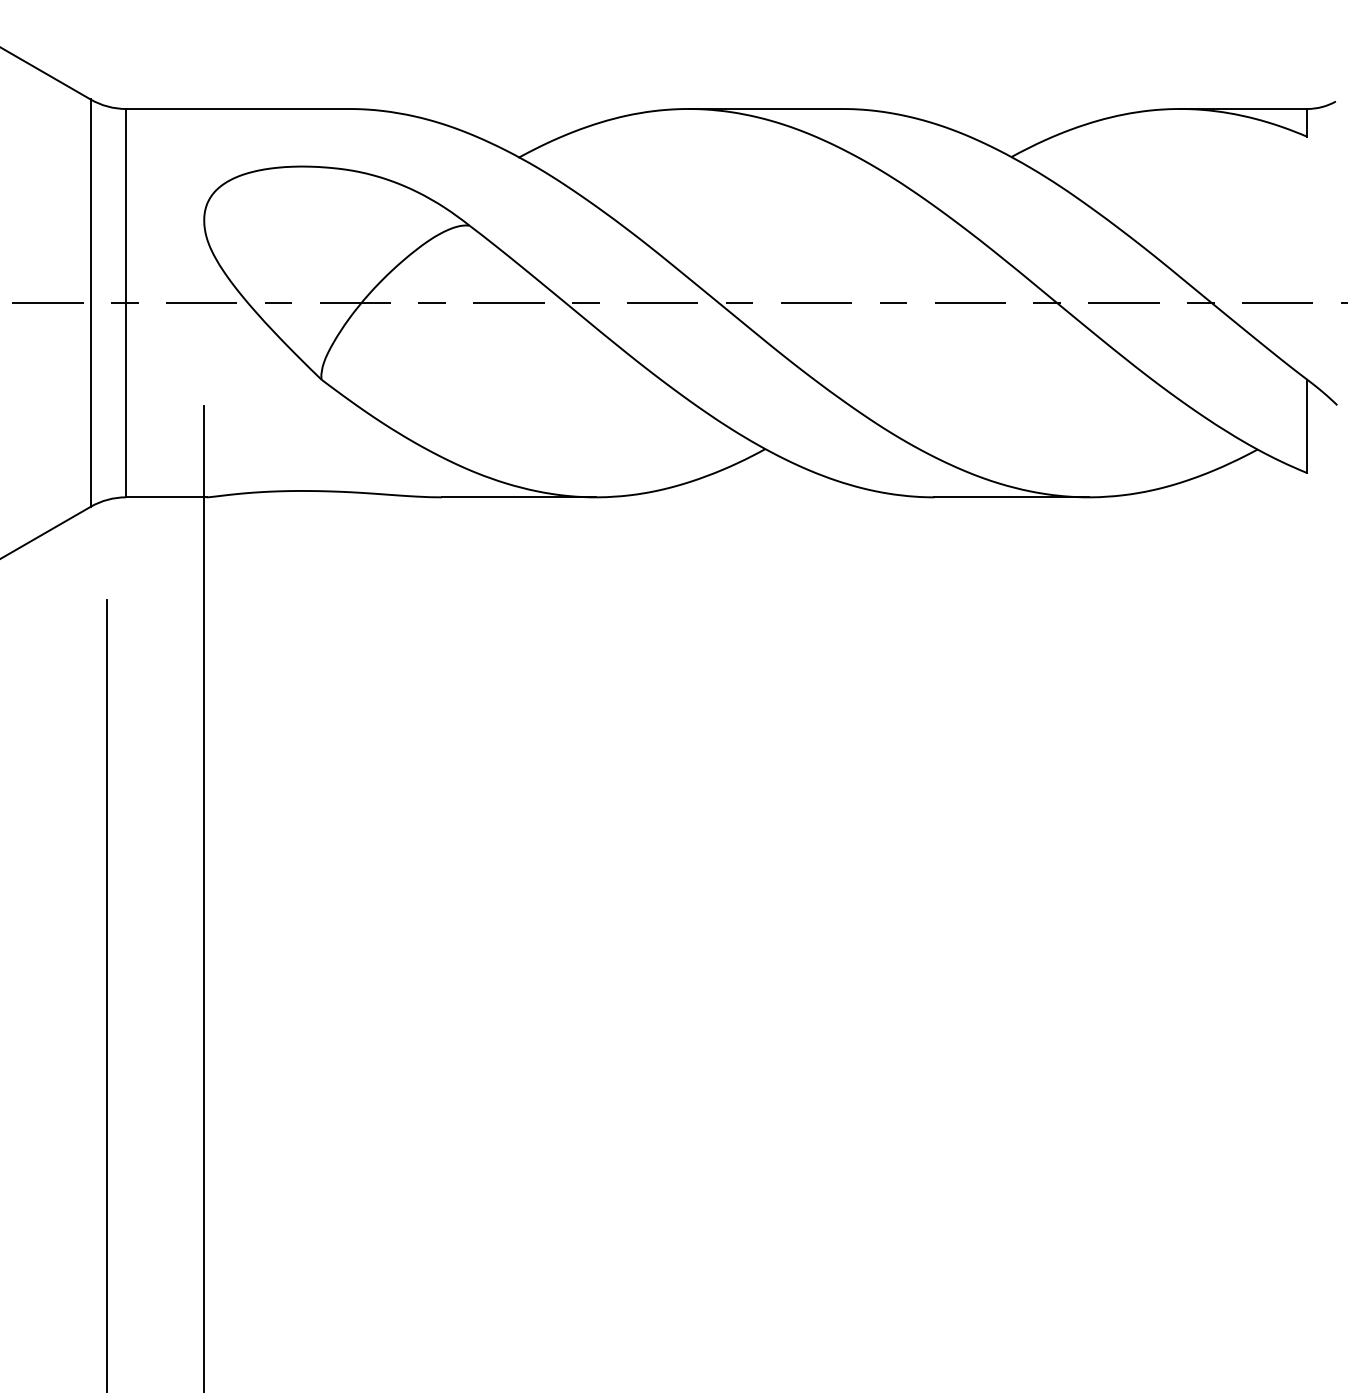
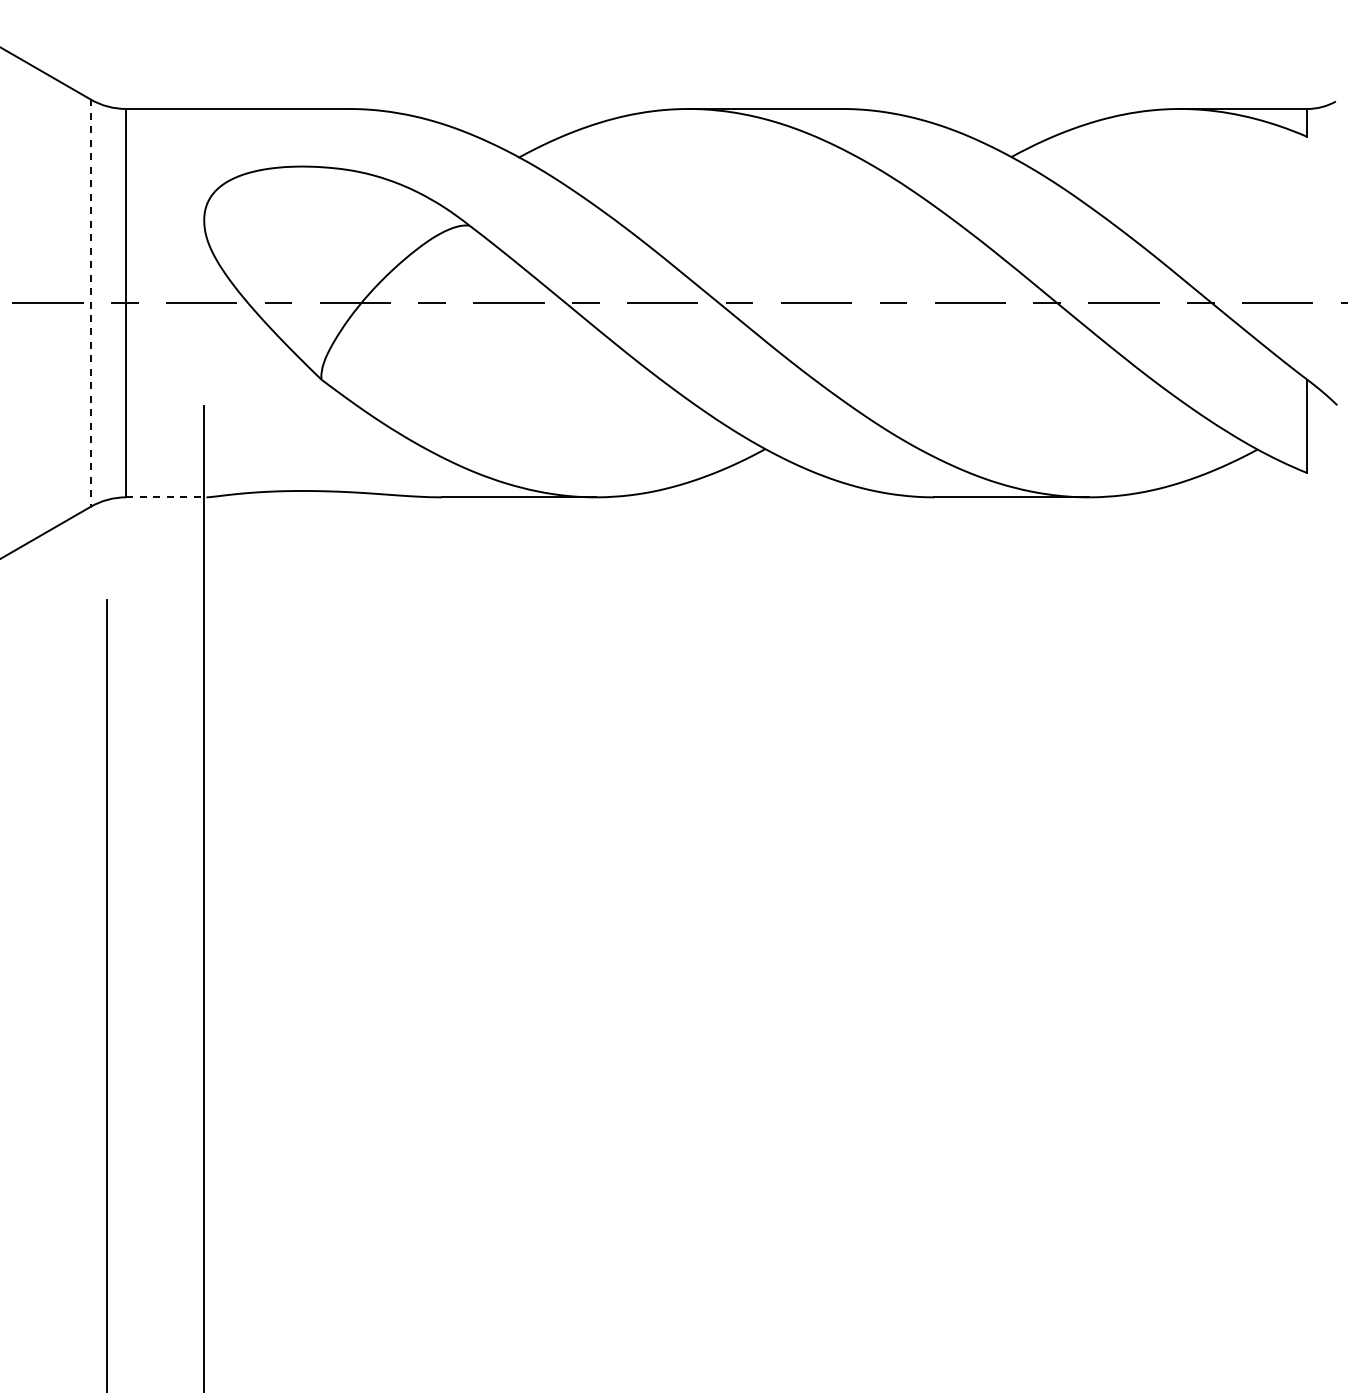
line at (90, 303): solid -> dashed
line at (166, 497): solid -> dashed
